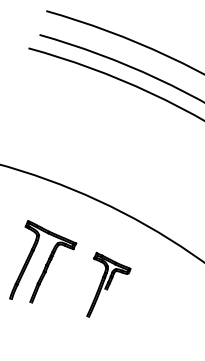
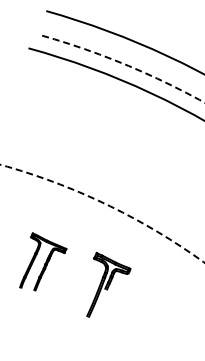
arc at (124, 64): solid -> dashed
arc at (108, 205): solid -> dashed
part at (43, 261) size: 69x84 px -> 49x60 px
